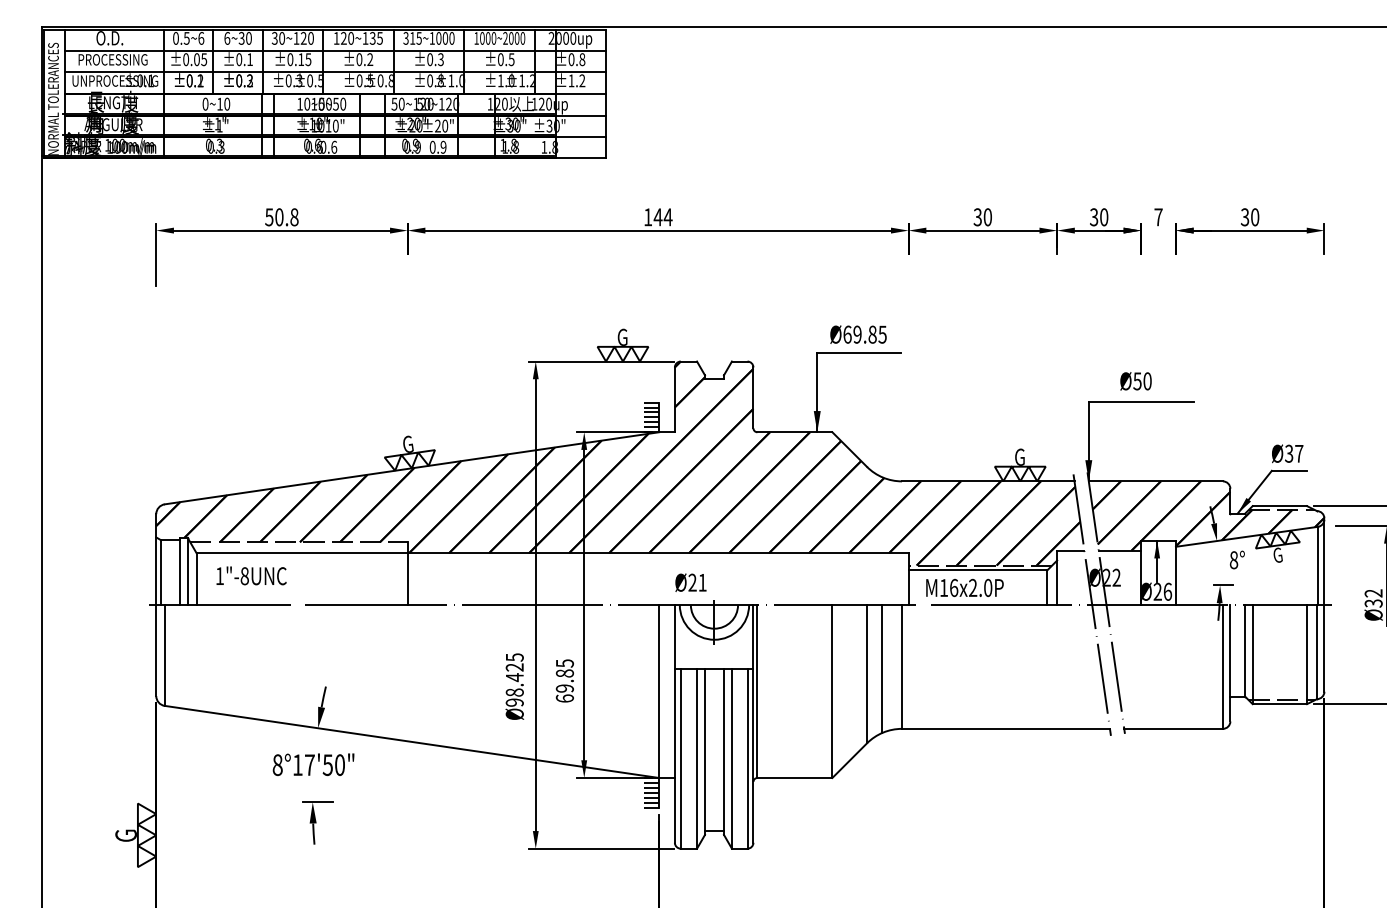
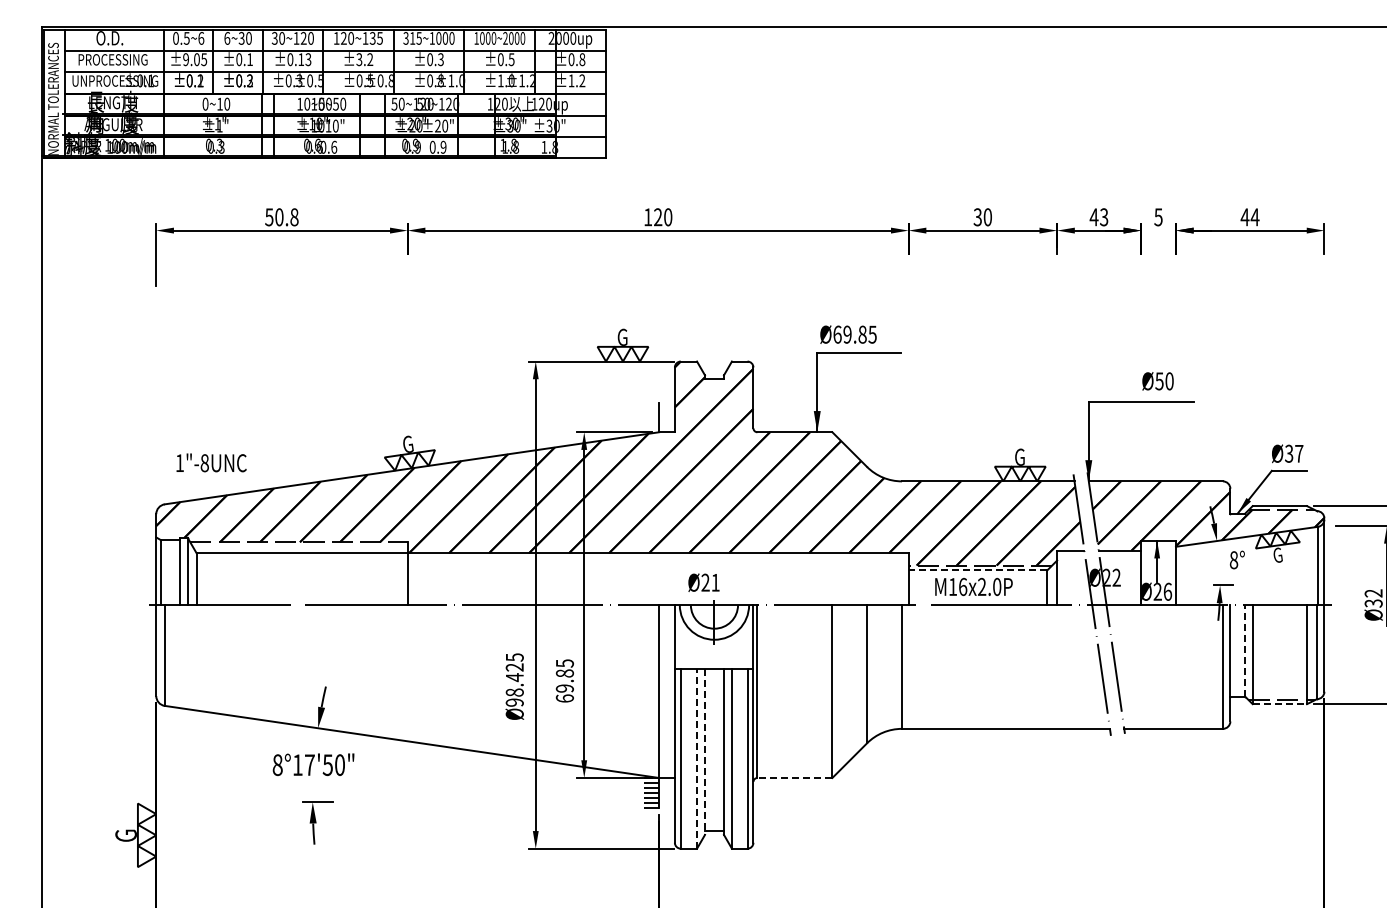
text at (185, 59): ±0.05 -> ±9.05
text at (308, 59): ±0.15 -> ±0.13
text at (359, 59): ±0.2 -> ±3.2
text at (662, 217): 144 -> 120
text at (1098, 217): 30 -> 43
text at (1158, 217): 7 -> 5
text at (1249, 217): 30 -> 44
text at (858, 334) position: (858, 334) -> (848, 334)
text at (1135, 381) position: (1135, 381) -> (1157, 381)
hatch at (651, 417): present -> none
line at (977, 570): solid -> dashed
text at (251, 575) position: (251, 575) -> (211, 462)
text at (690, 582) position: (690, 582) -> (703, 582)
text at (964, 587) position: (964, 587) -> (973, 586)
line at (1245, 650): solid -> dashed
line at (881, 669): present -> none
line at (1280, 704): solid -> dashed
line at (705, 752): solid -> dashed
line at (697, 758): solid -> dashed
line at (794, 777): solid -> dashed
